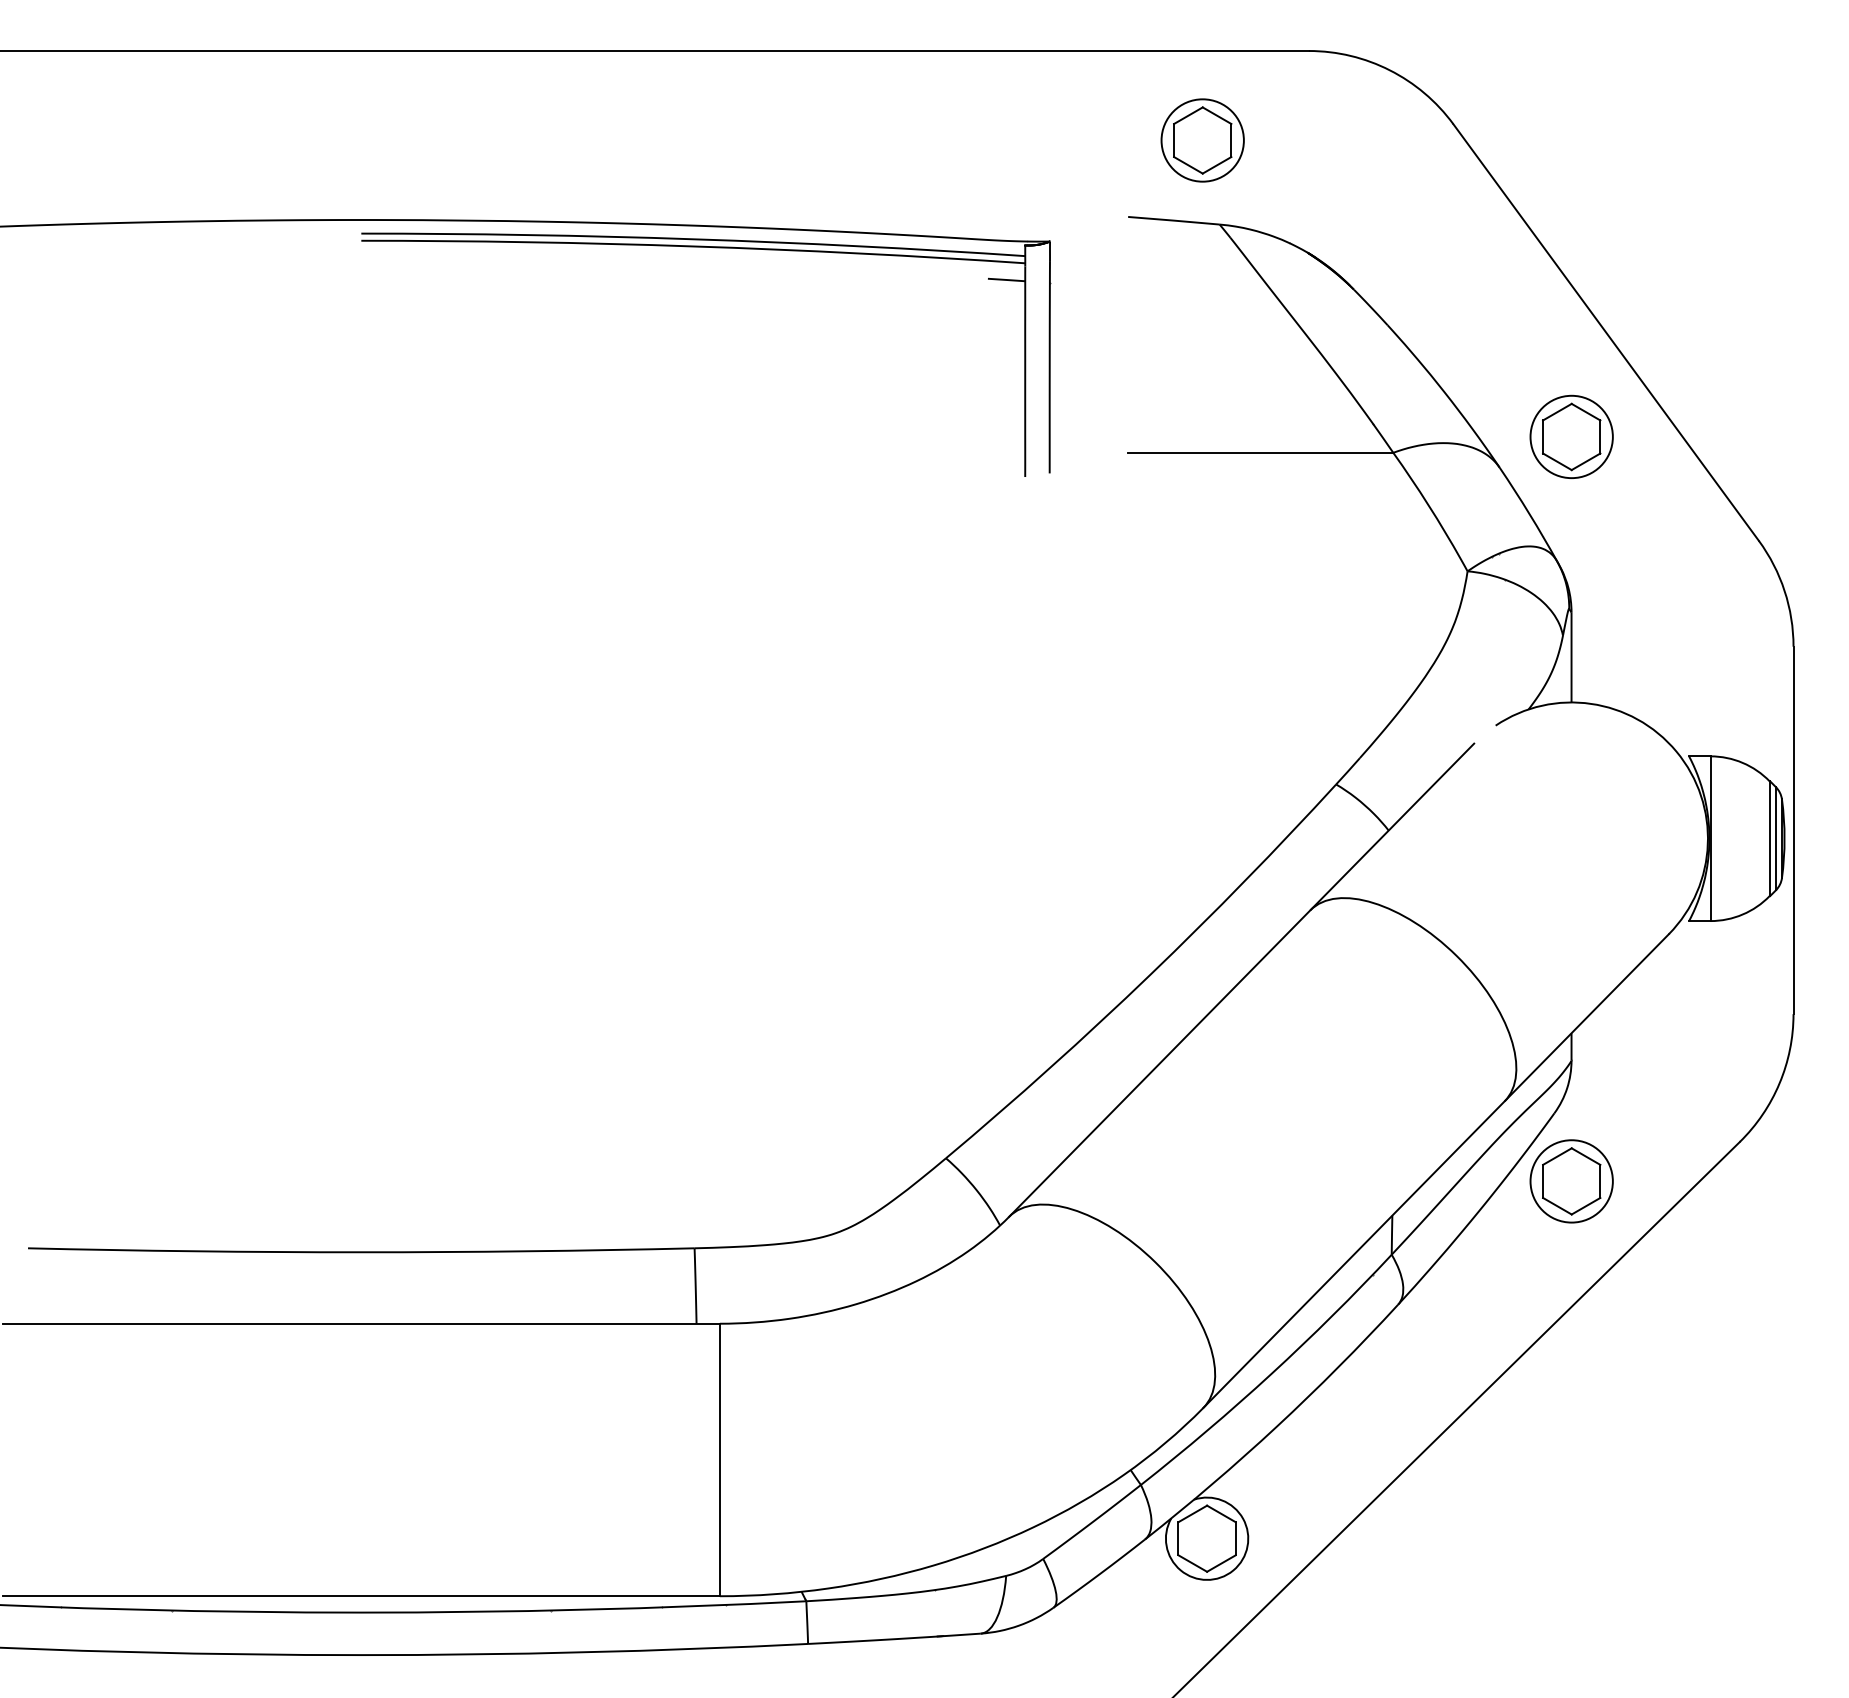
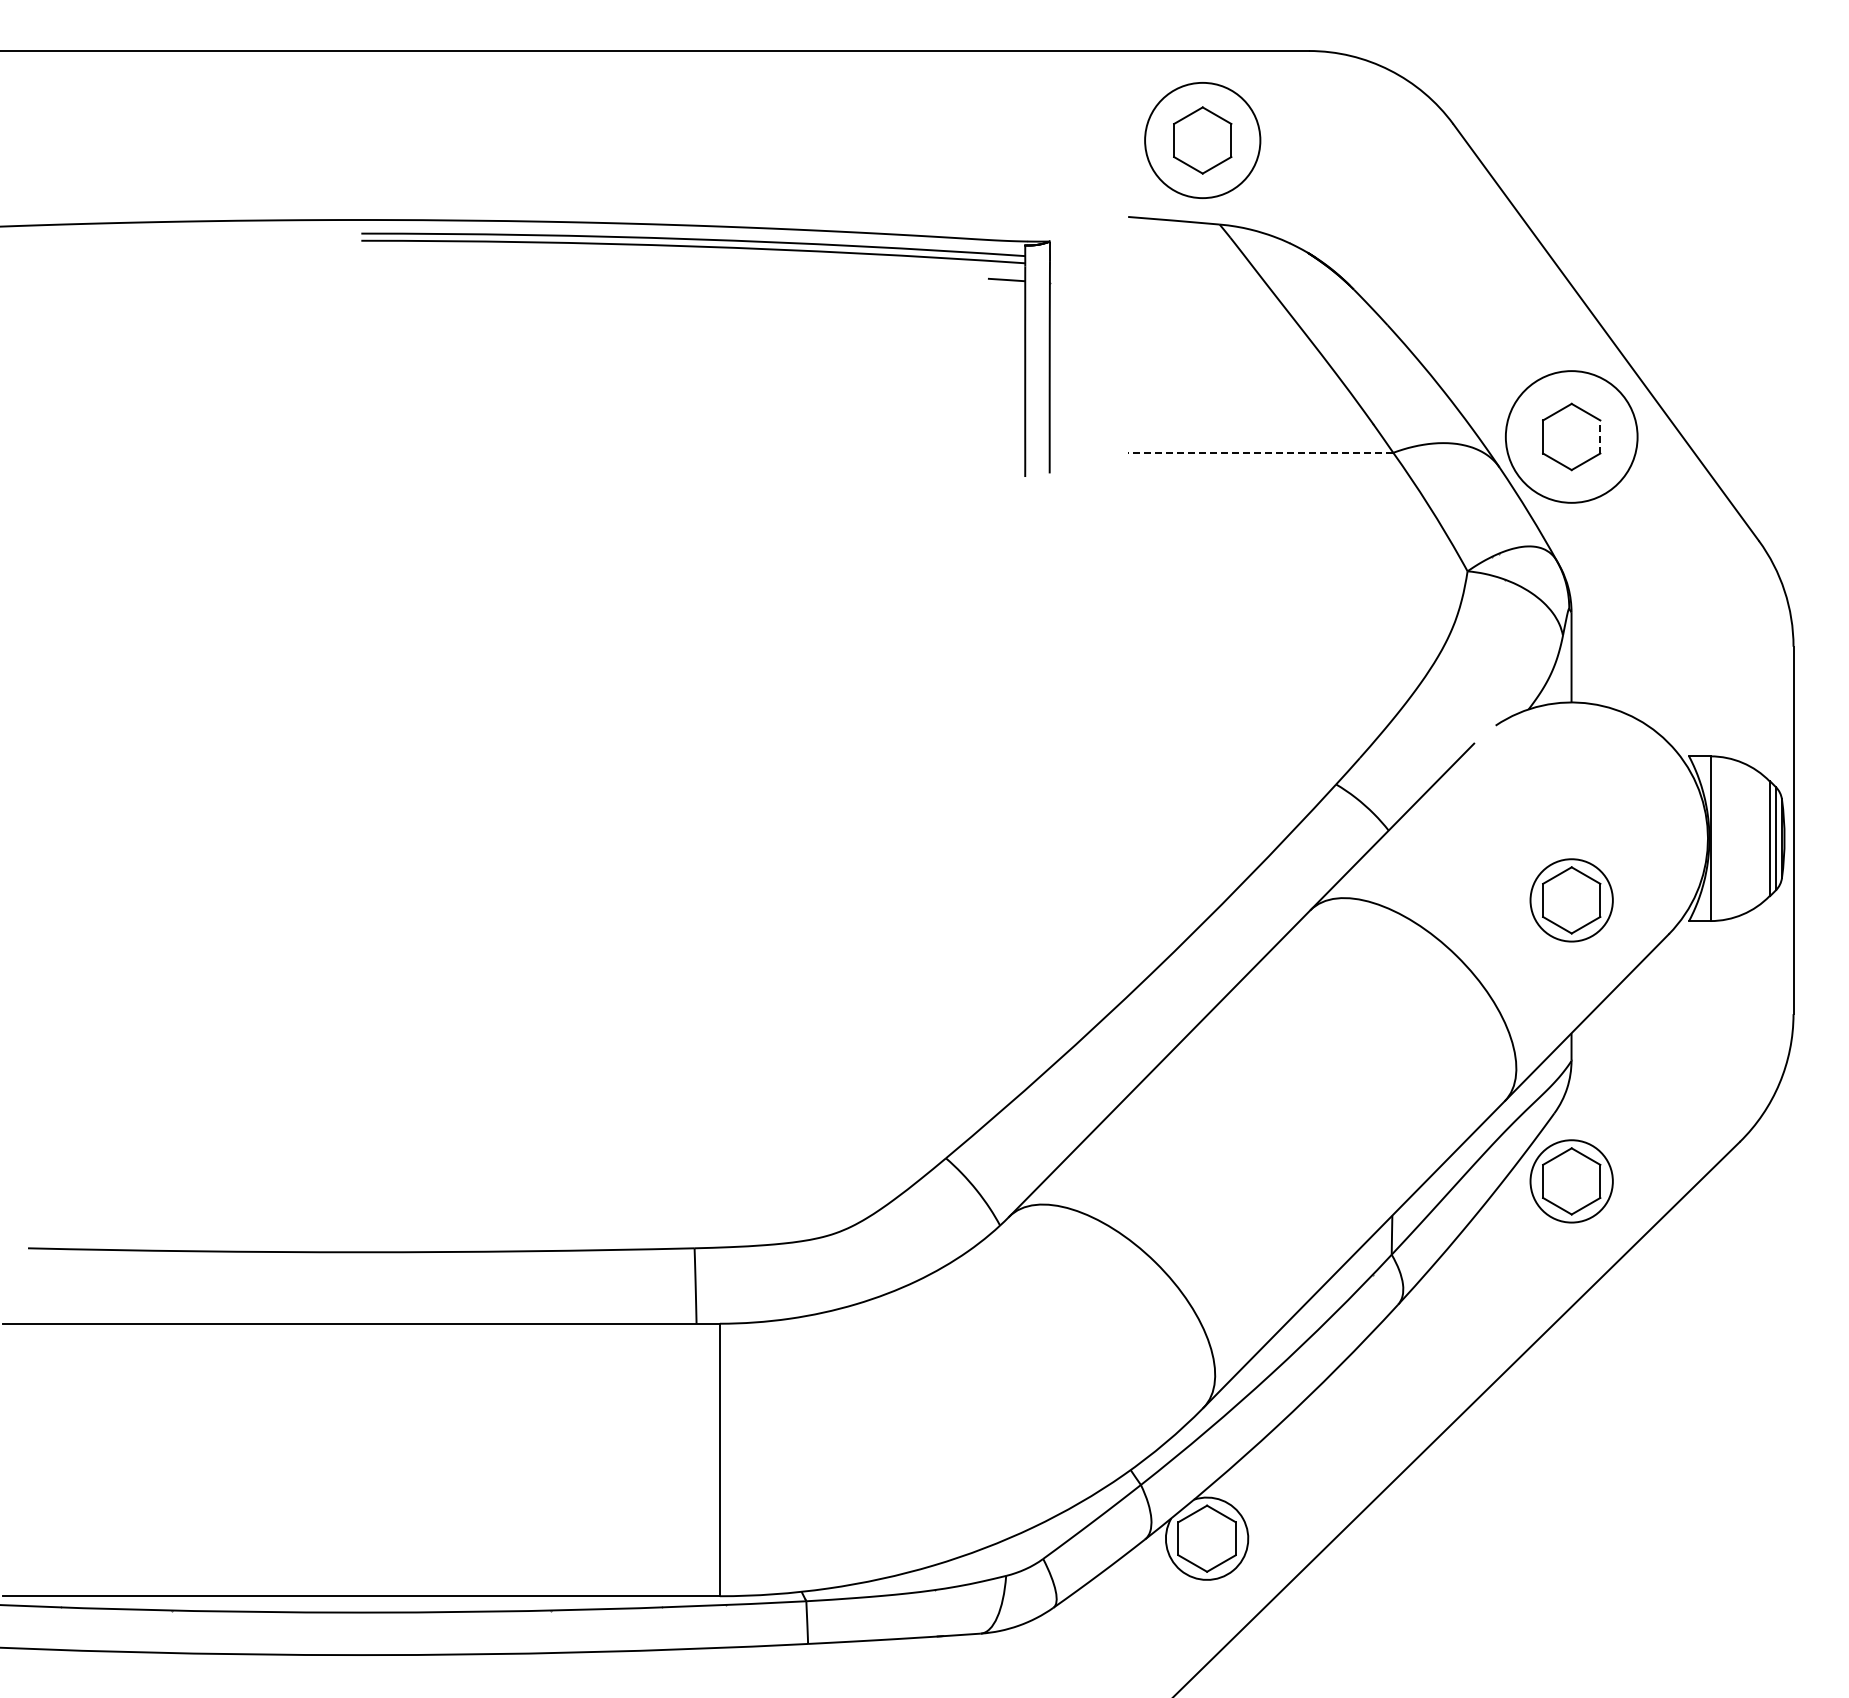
circle at (1202, 140) diameter: 82 px -> 115 px
circle at (1571, 436) diameter: 82 px -> 132 px
line at (1600, 436): solid -> dashed
line at (1260, 452): solid -> dashed
part at (1571, 900): none -> present
